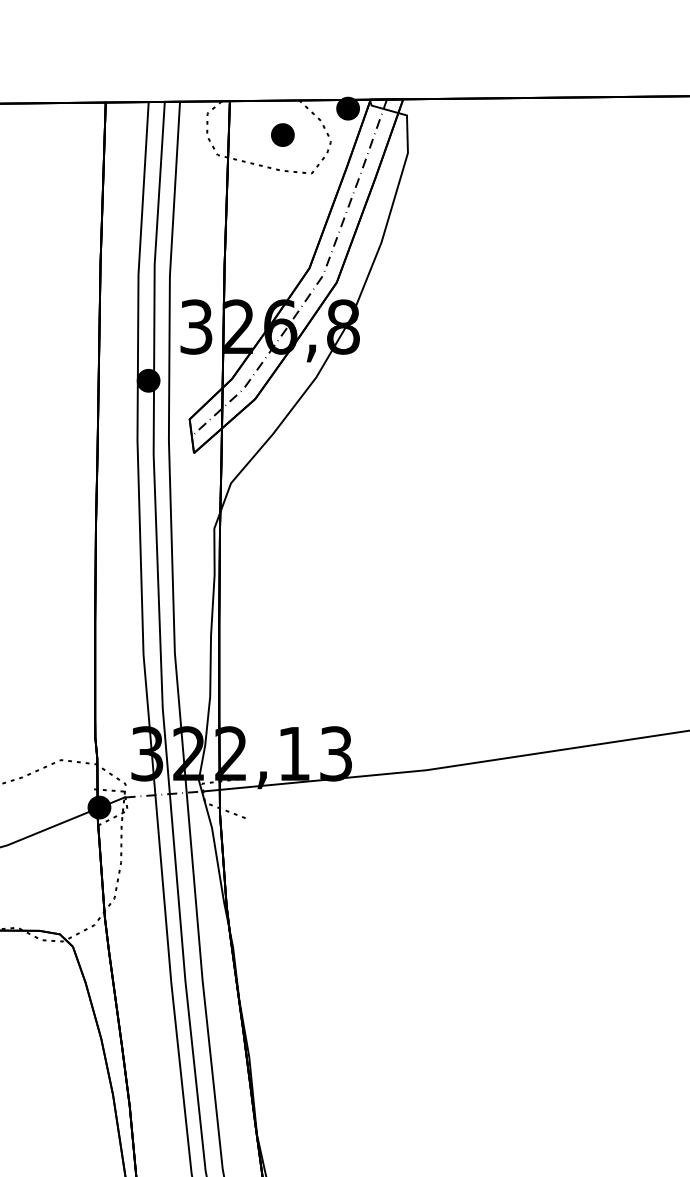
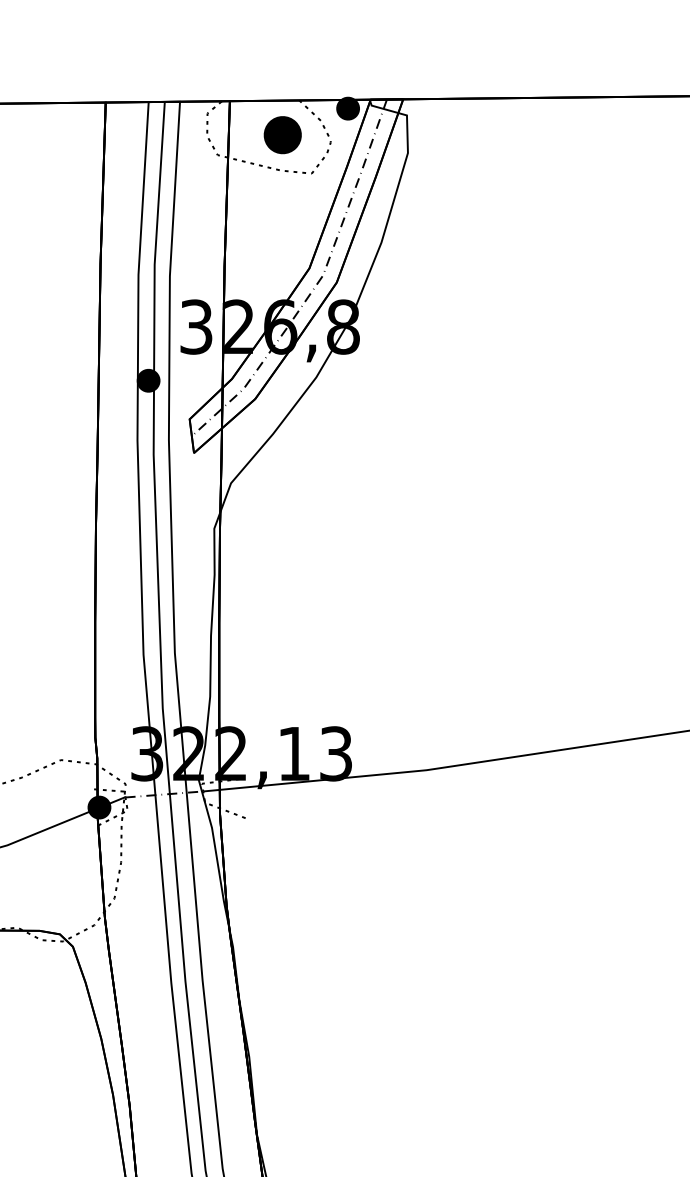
part at (282, 134) size: 24x24 px -> 39x39 px
